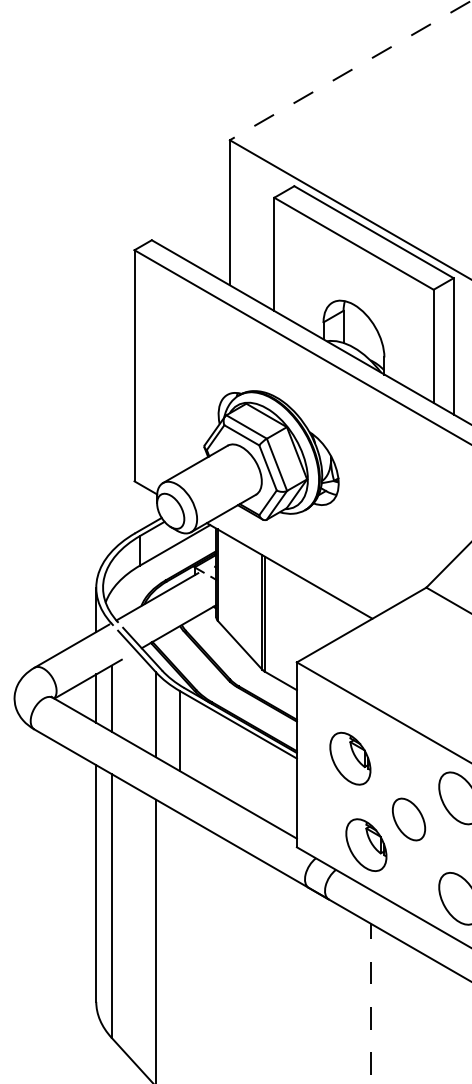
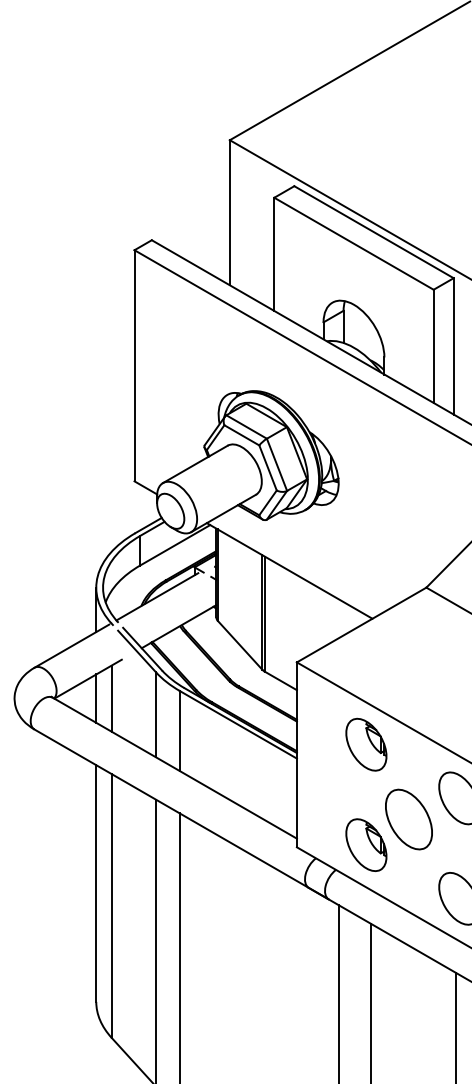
line at (350, 70): dashed -> solid
part at (350, 758) position: (350, 758) -> (366, 744)
part at (409, 819) size: 35x45 px -> 48x63 px
line at (179, 946): none -> present
line at (339, 992): none -> present
line at (371, 1004): dashed -> solid
line at (455, 1026): none -> present
